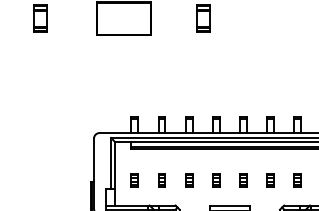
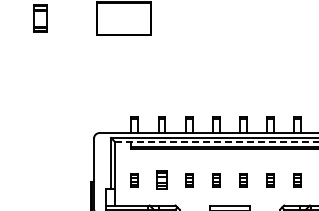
part at (203, 18): present -> none
line at (216, 142): solid -> dashed
part at (161, 180) size: 8x15 px -> 12x20 px
